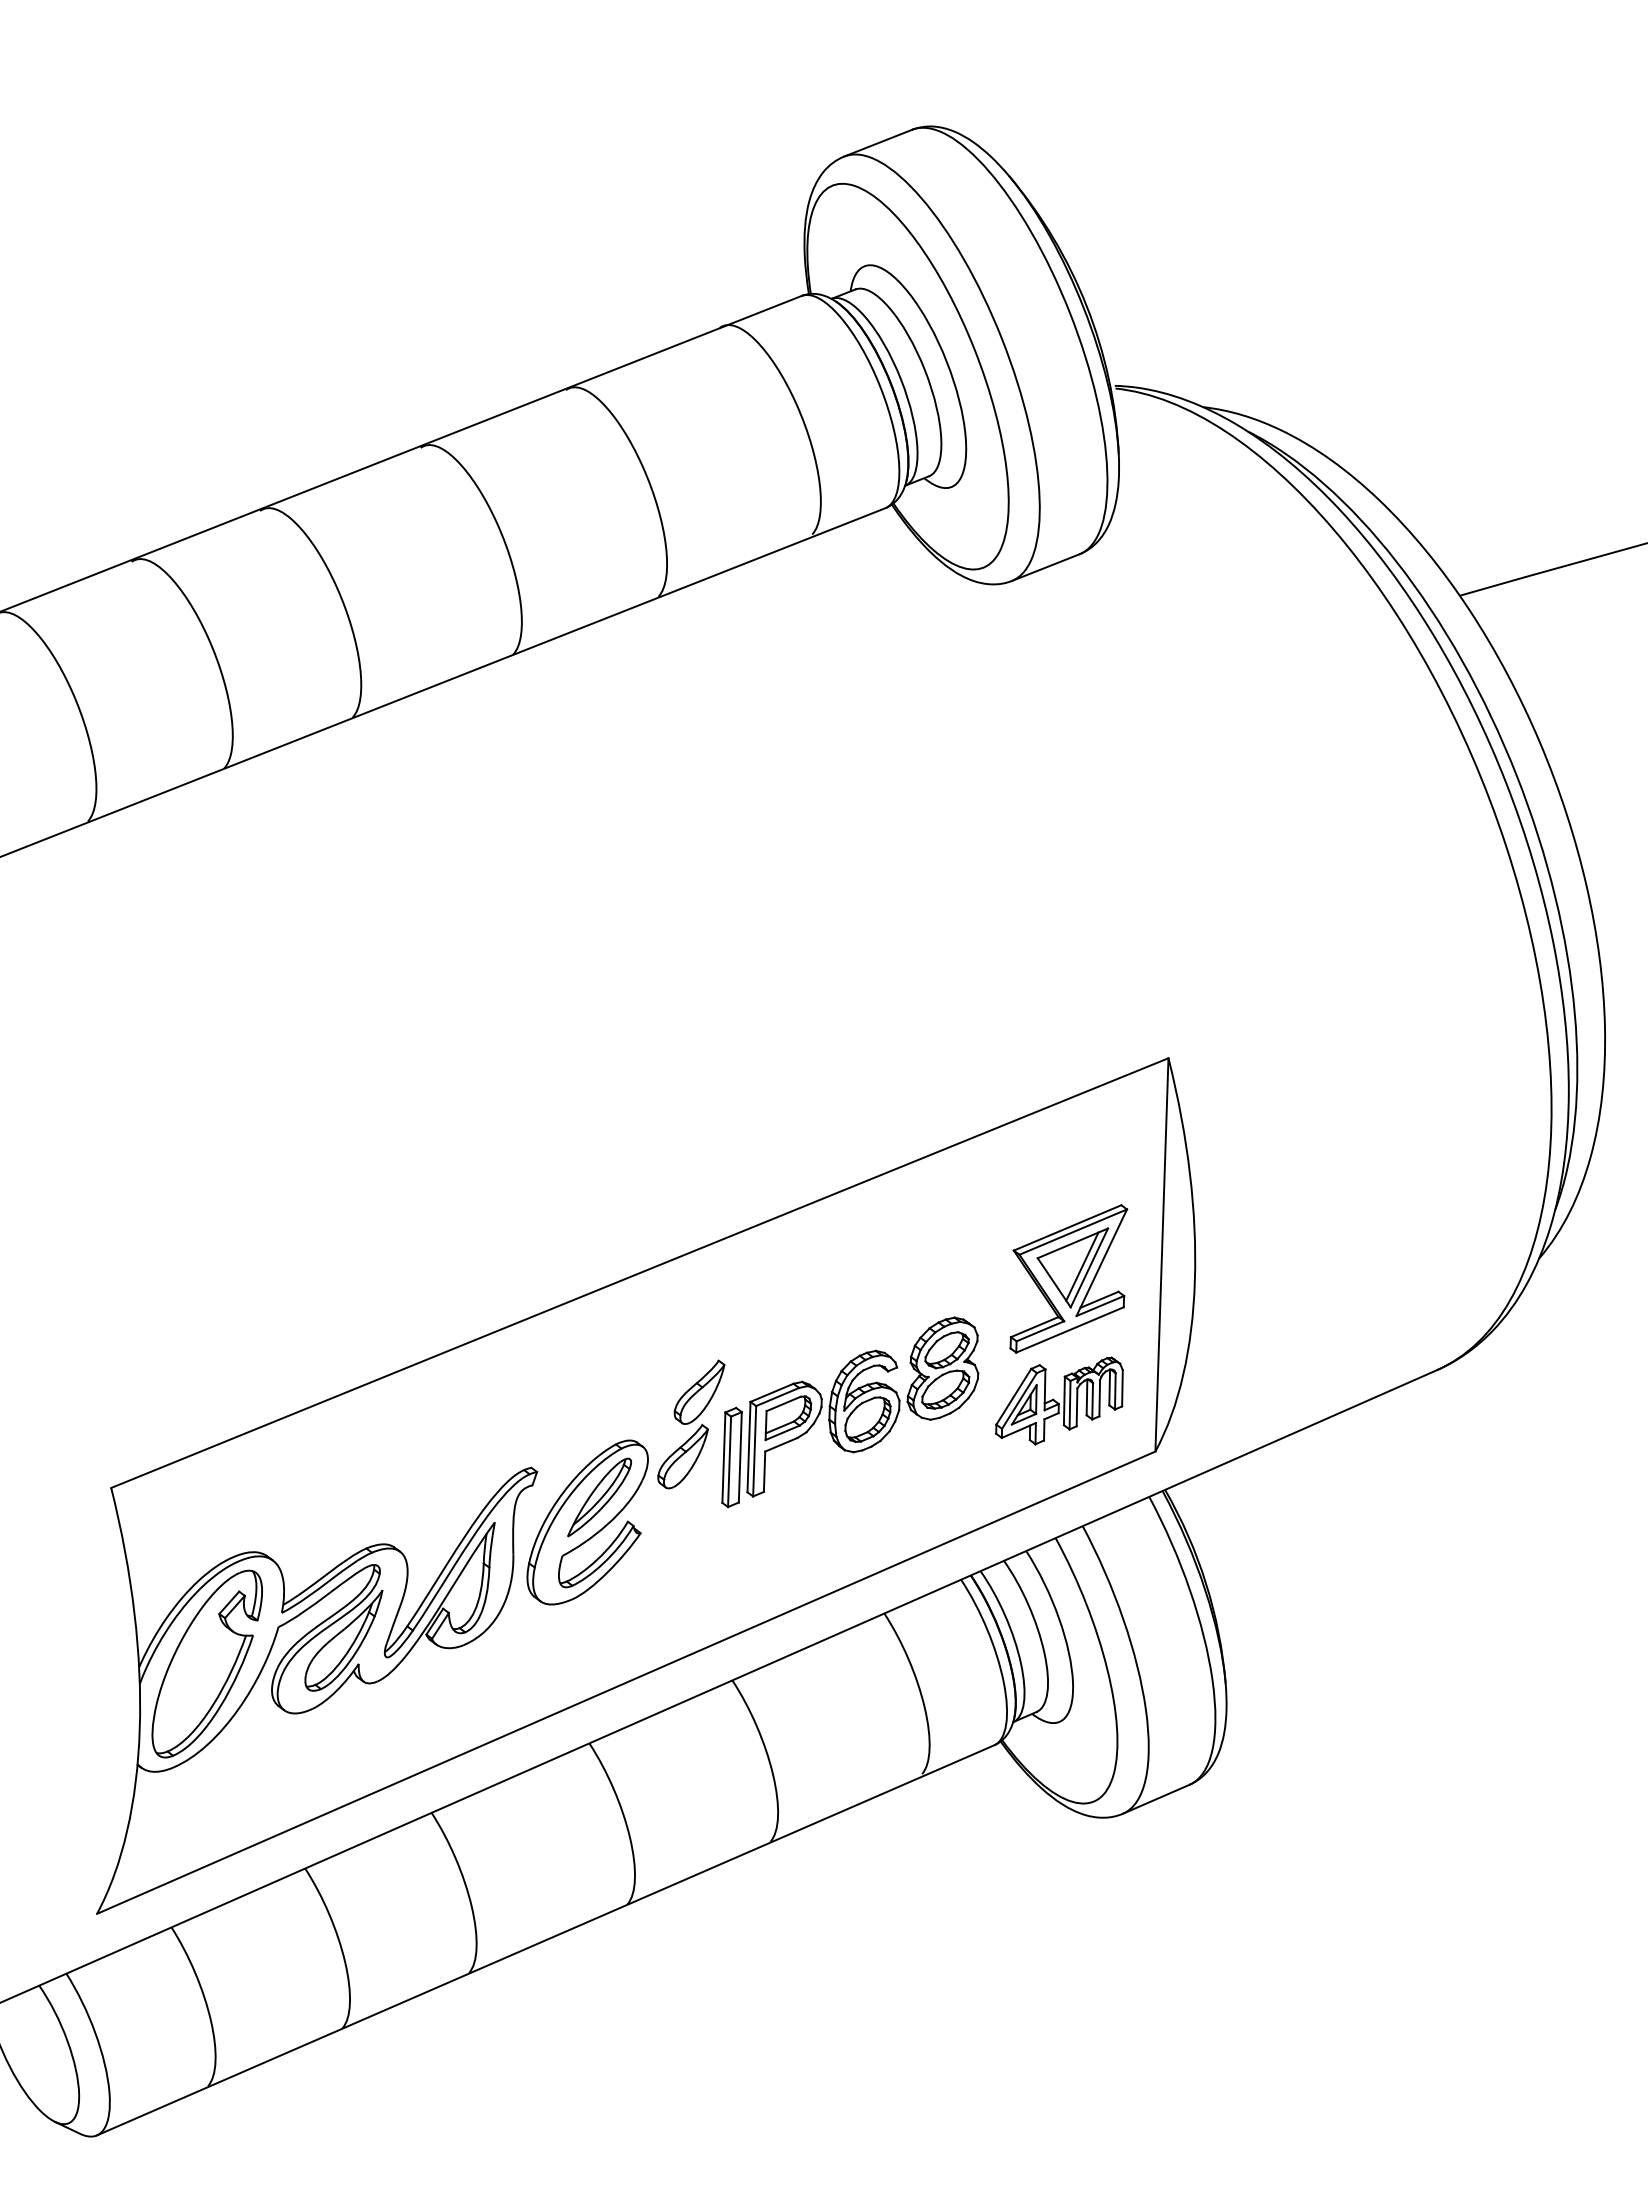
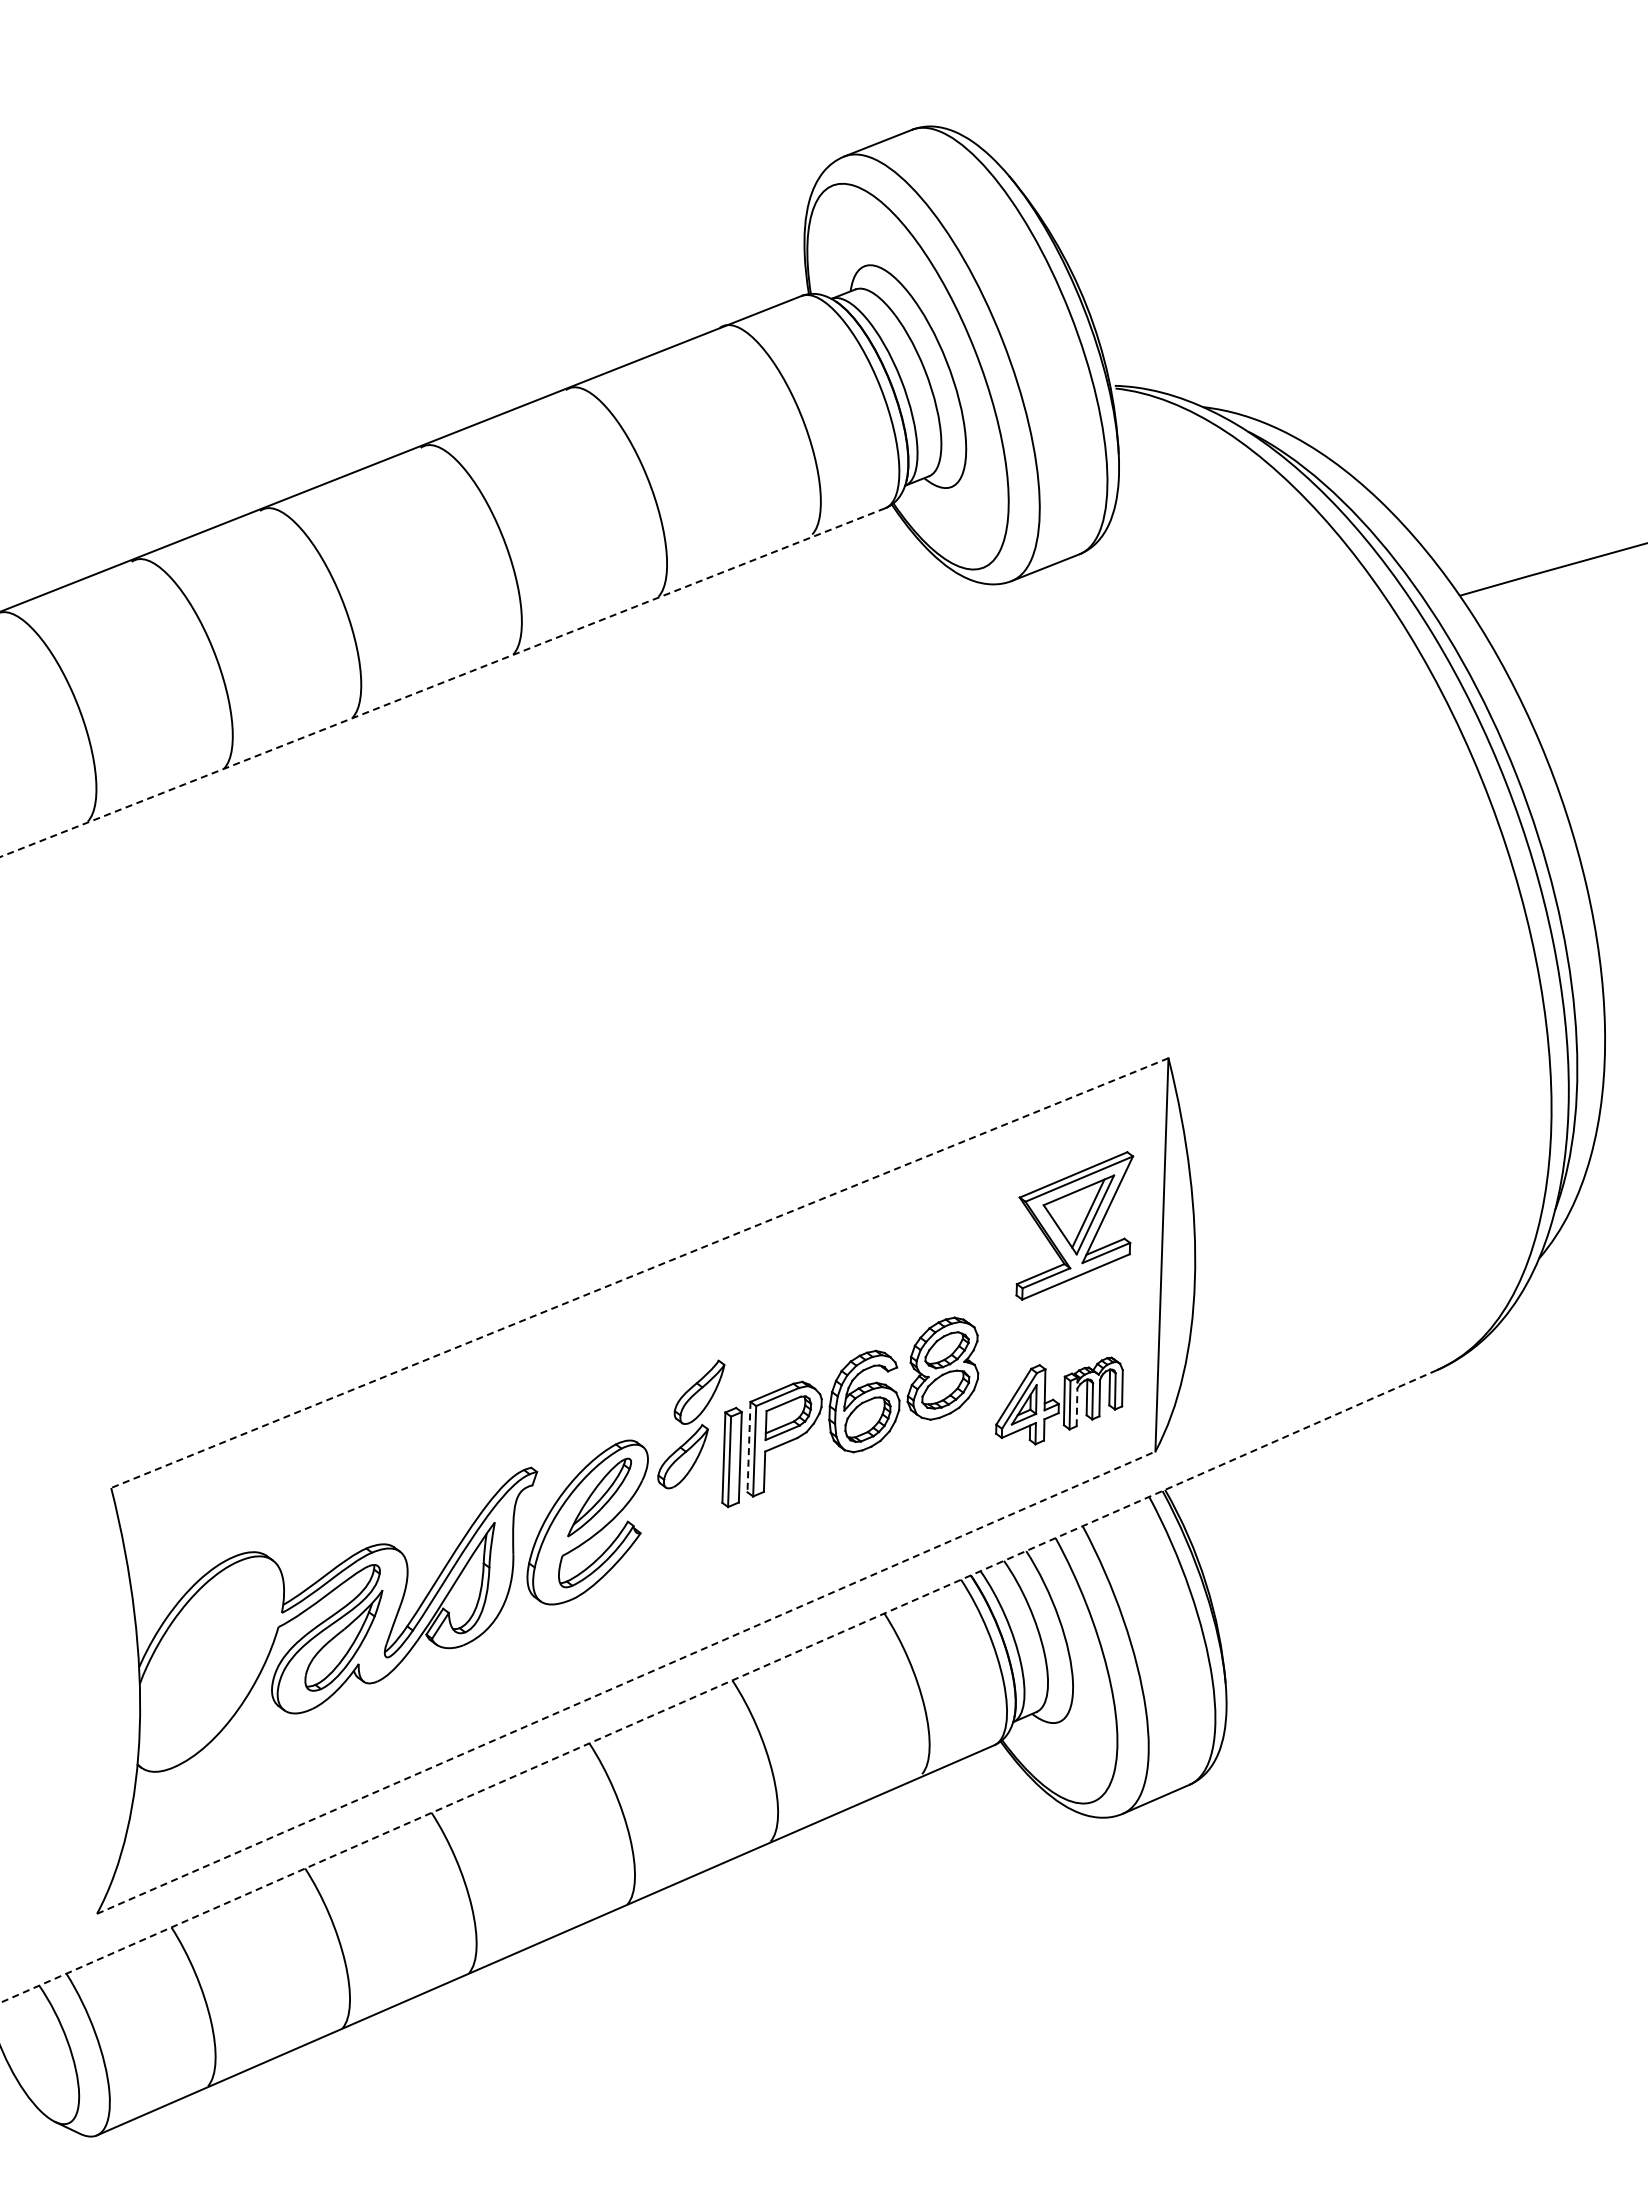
line at (442, 682): solid -> dashed
line at (639, 1273): solid -> dashed
part at (1068, 1278) position: (1068, 1278) -> (1074, 1225)
line at (1077, 1407): solid -> dashed
line at (749, 1447): solid -> dashed
part at (206, 1663): present -> none
line at (626, 1682): solid -> dashed
line at (718, 1686): solid -> dashed
